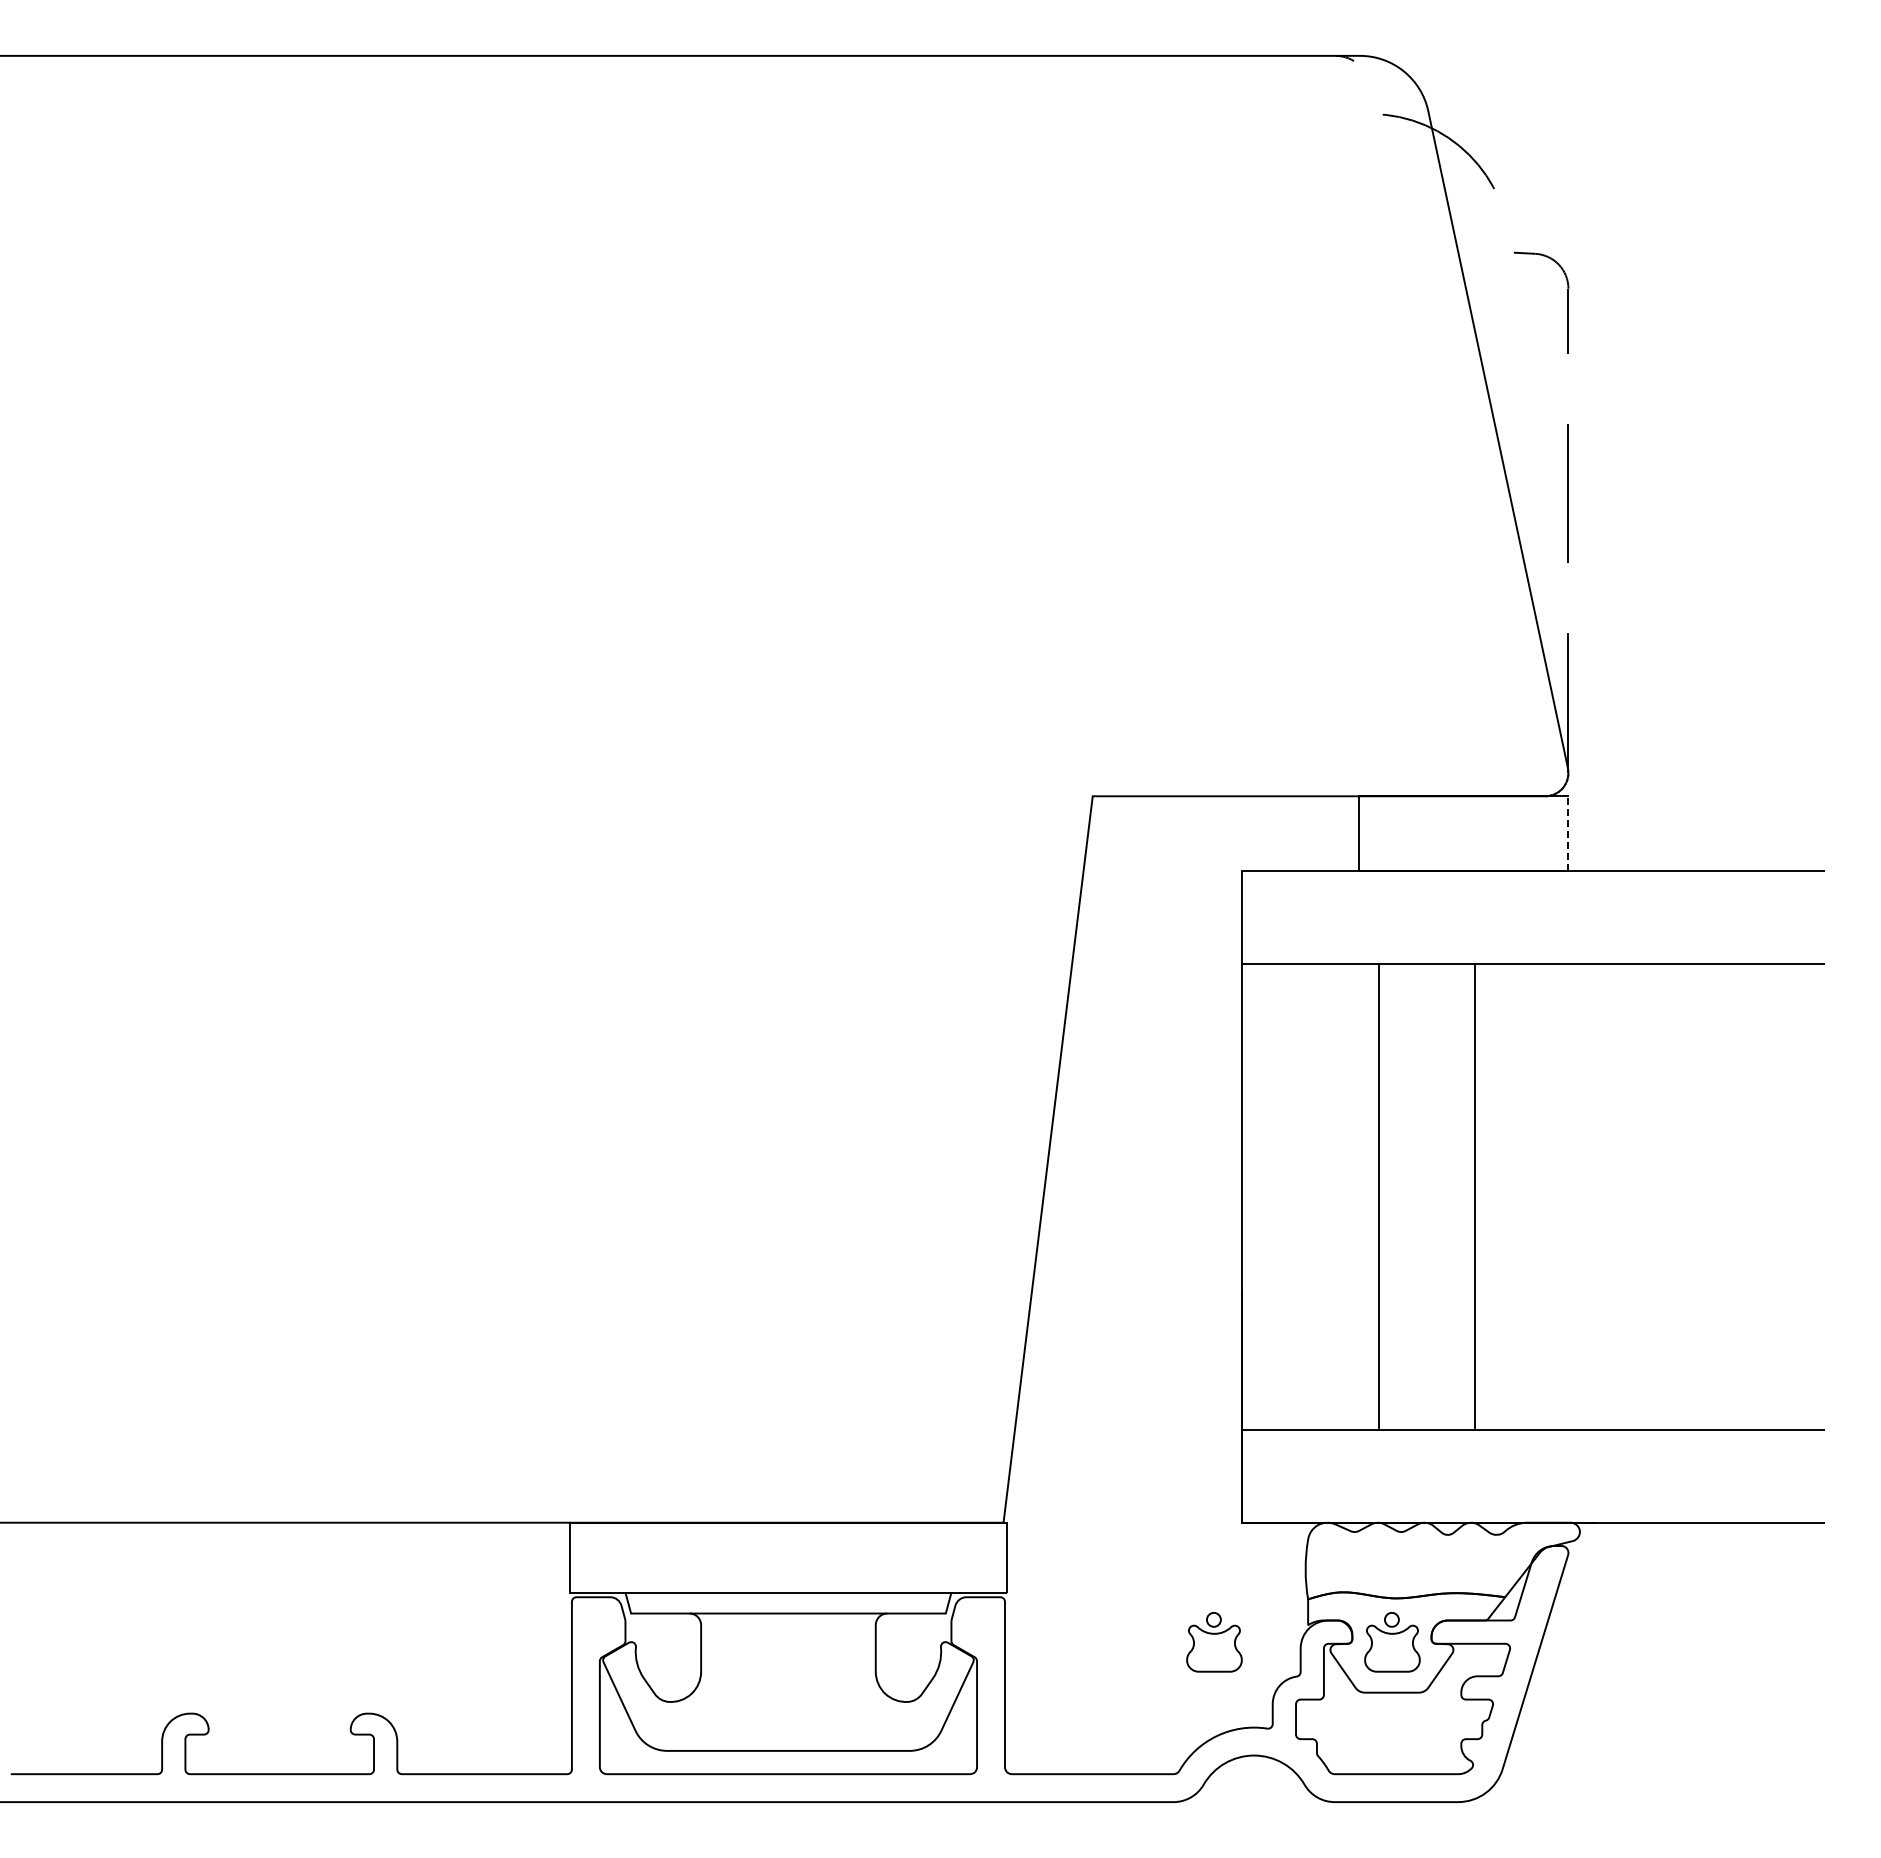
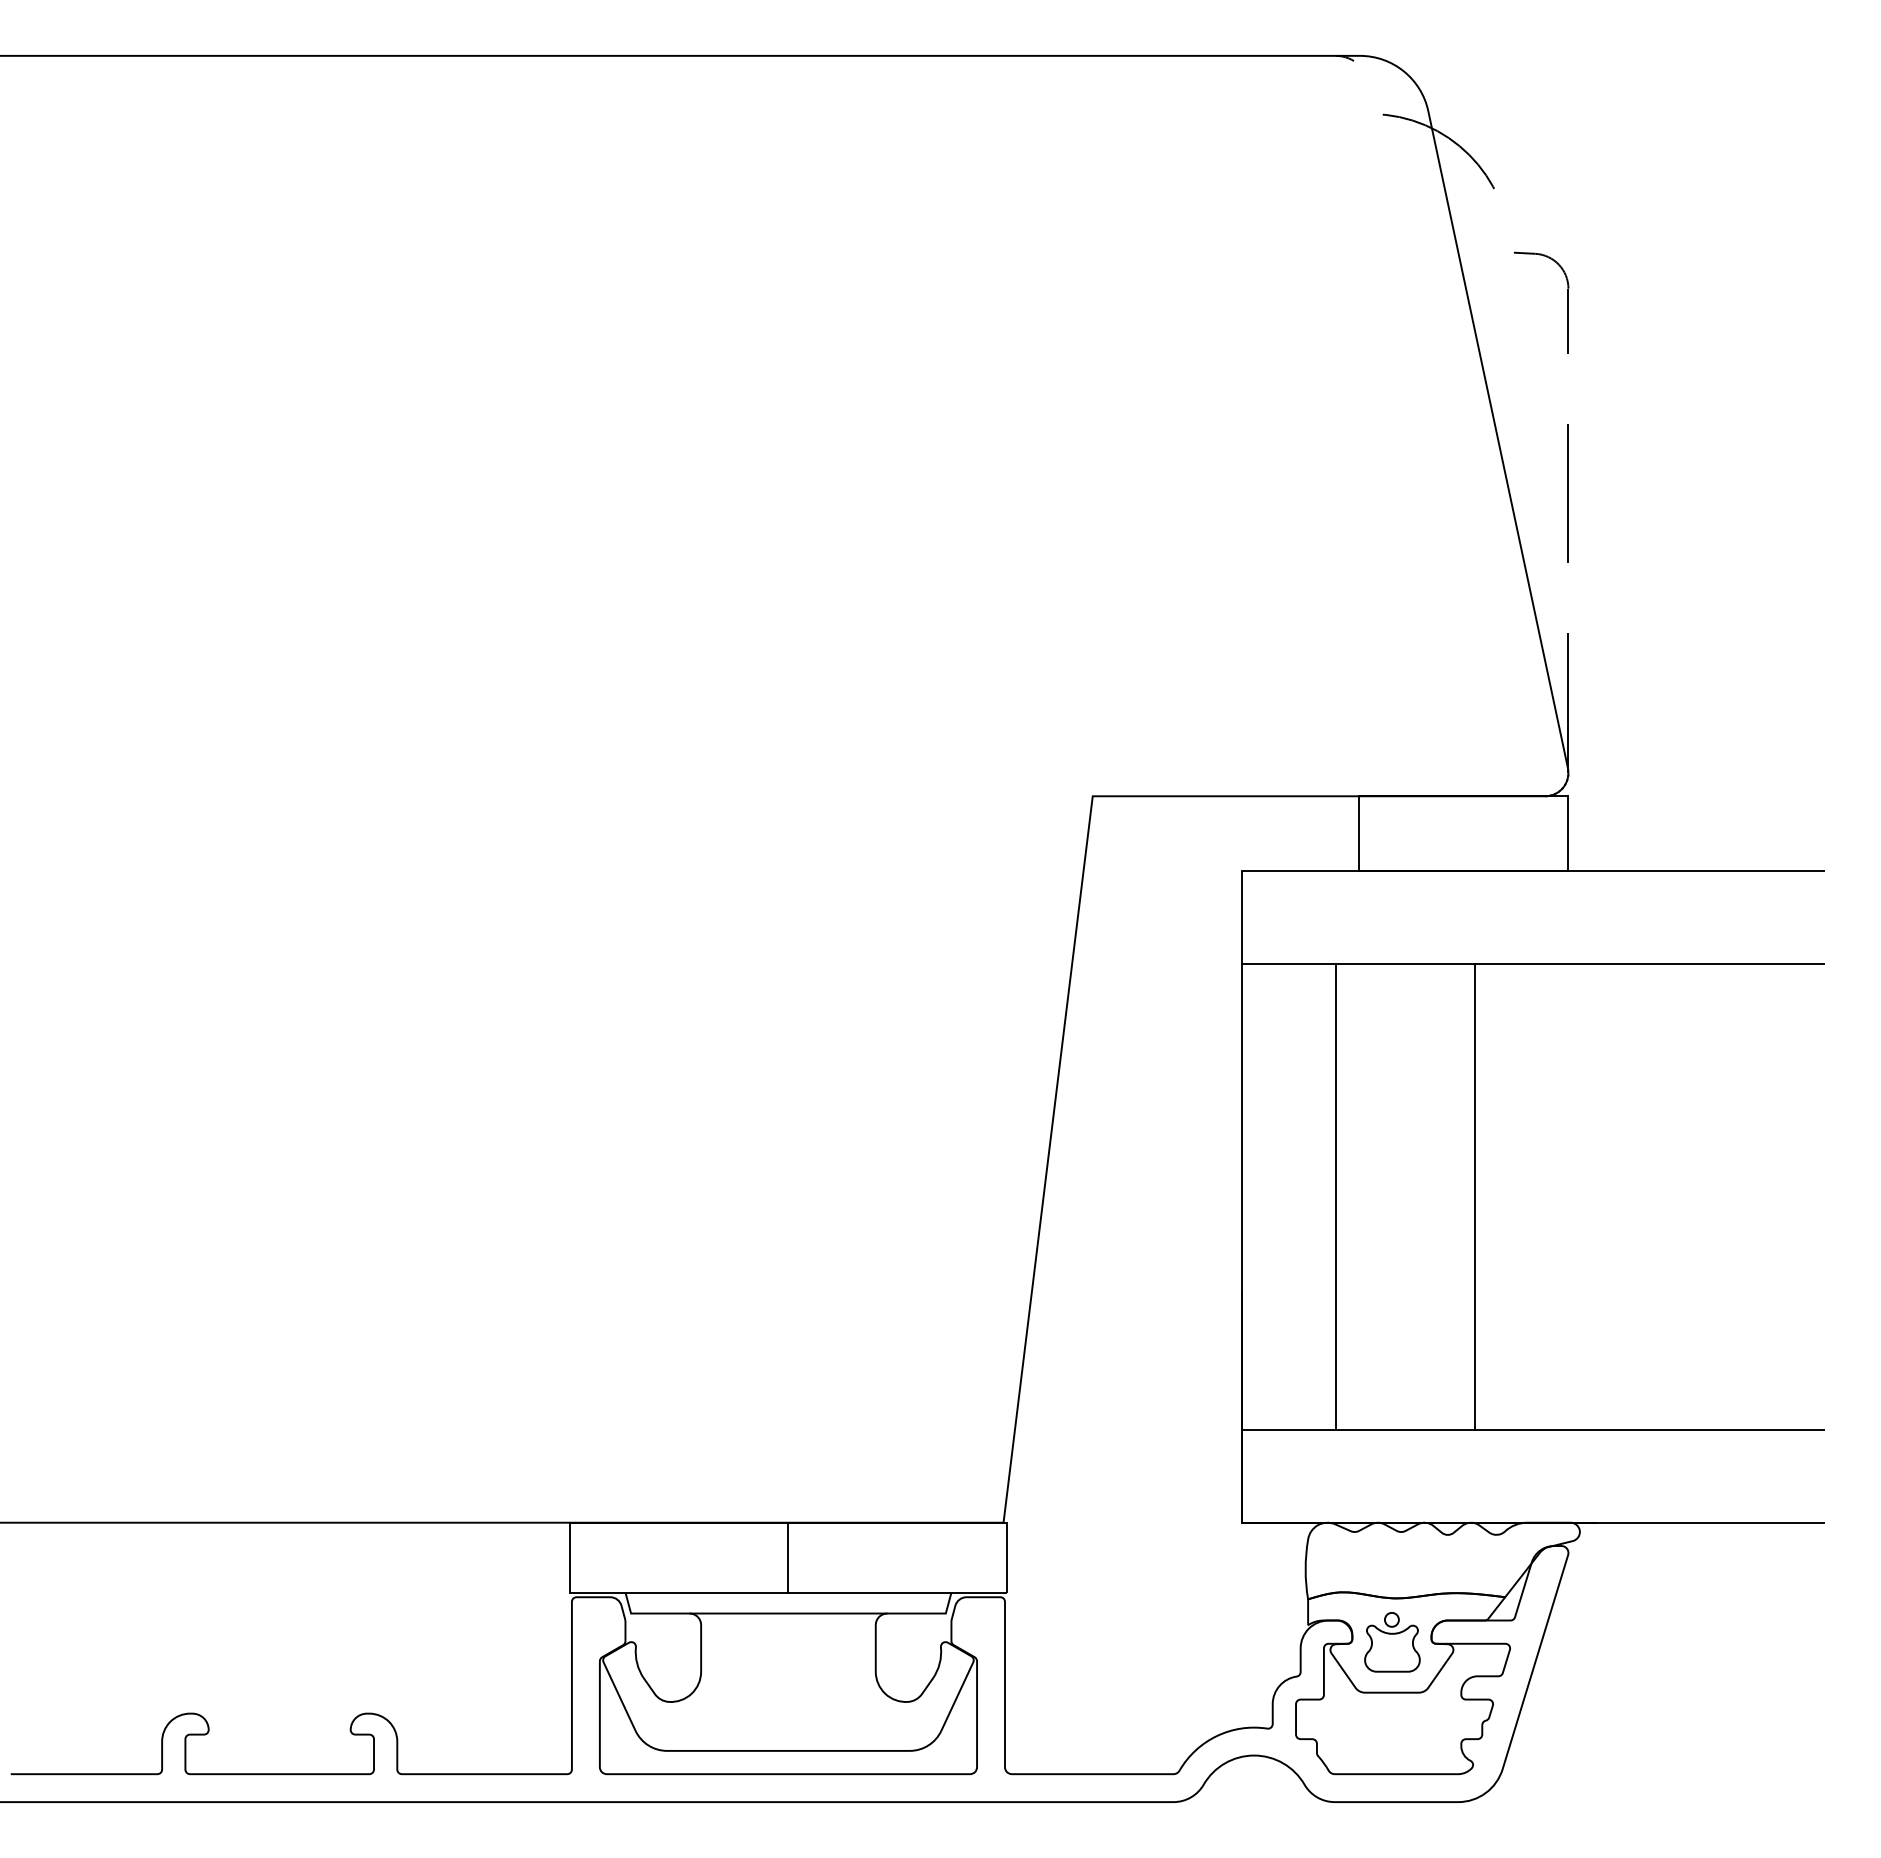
line at (1568, 833): dashed -> solid
line at (1378, 1196) position: (1378, 1196) -> (1335, 1196)
line at (788, 1557): none -> present
part at (1214, 1642): present -> none
